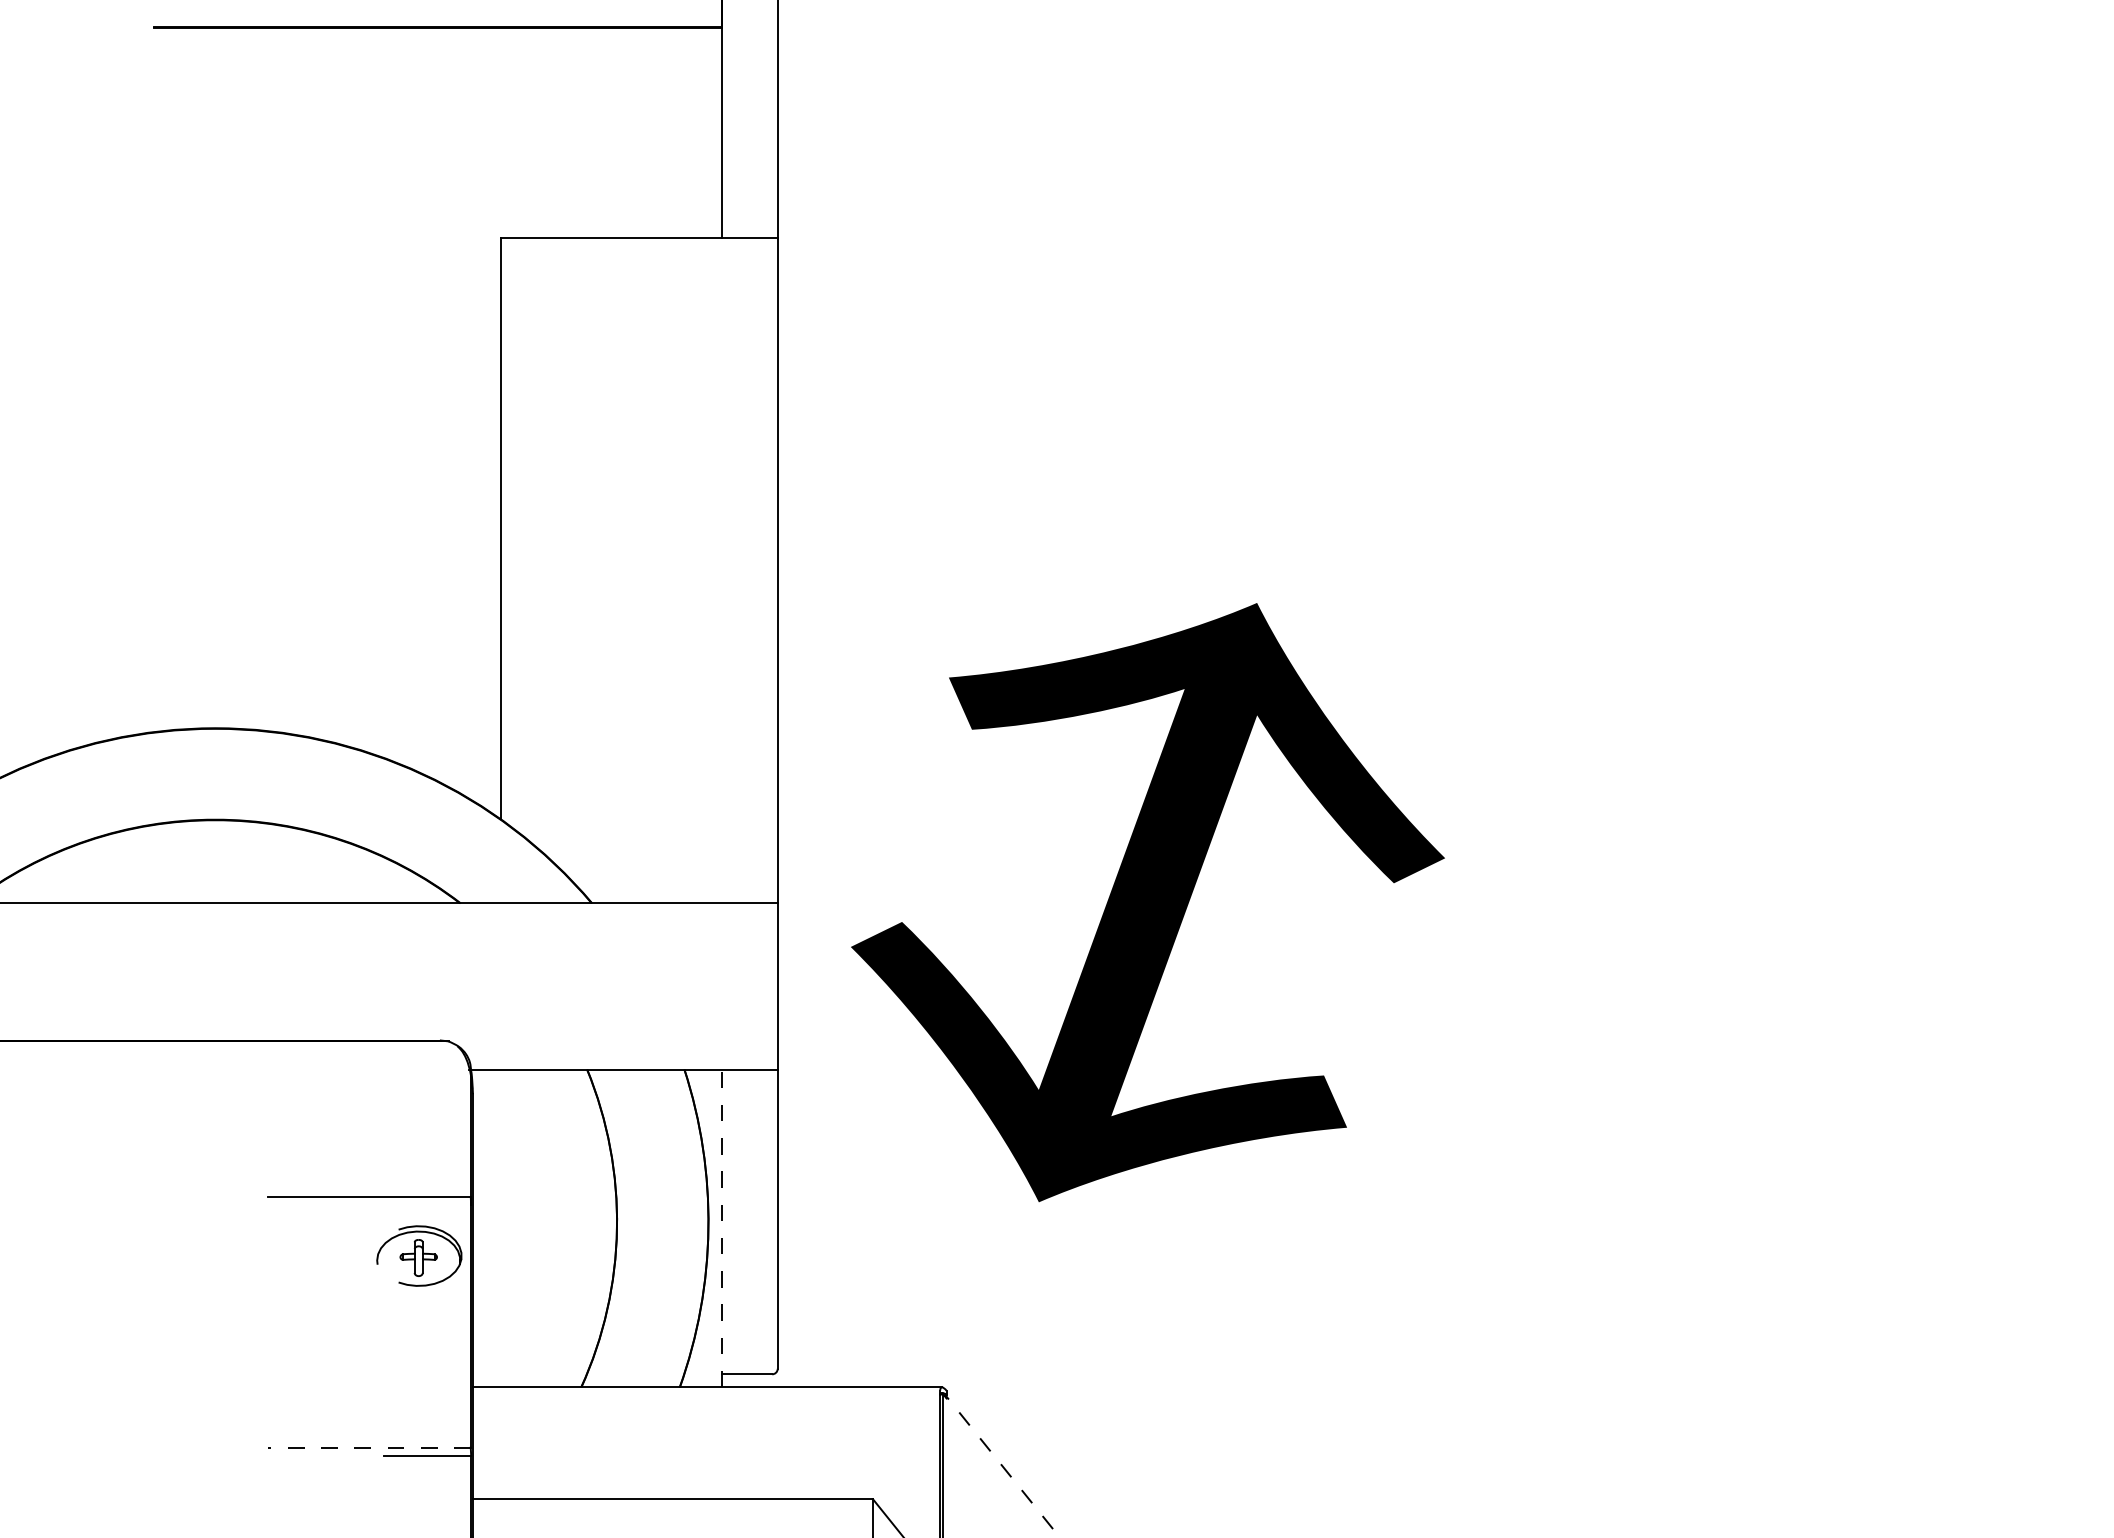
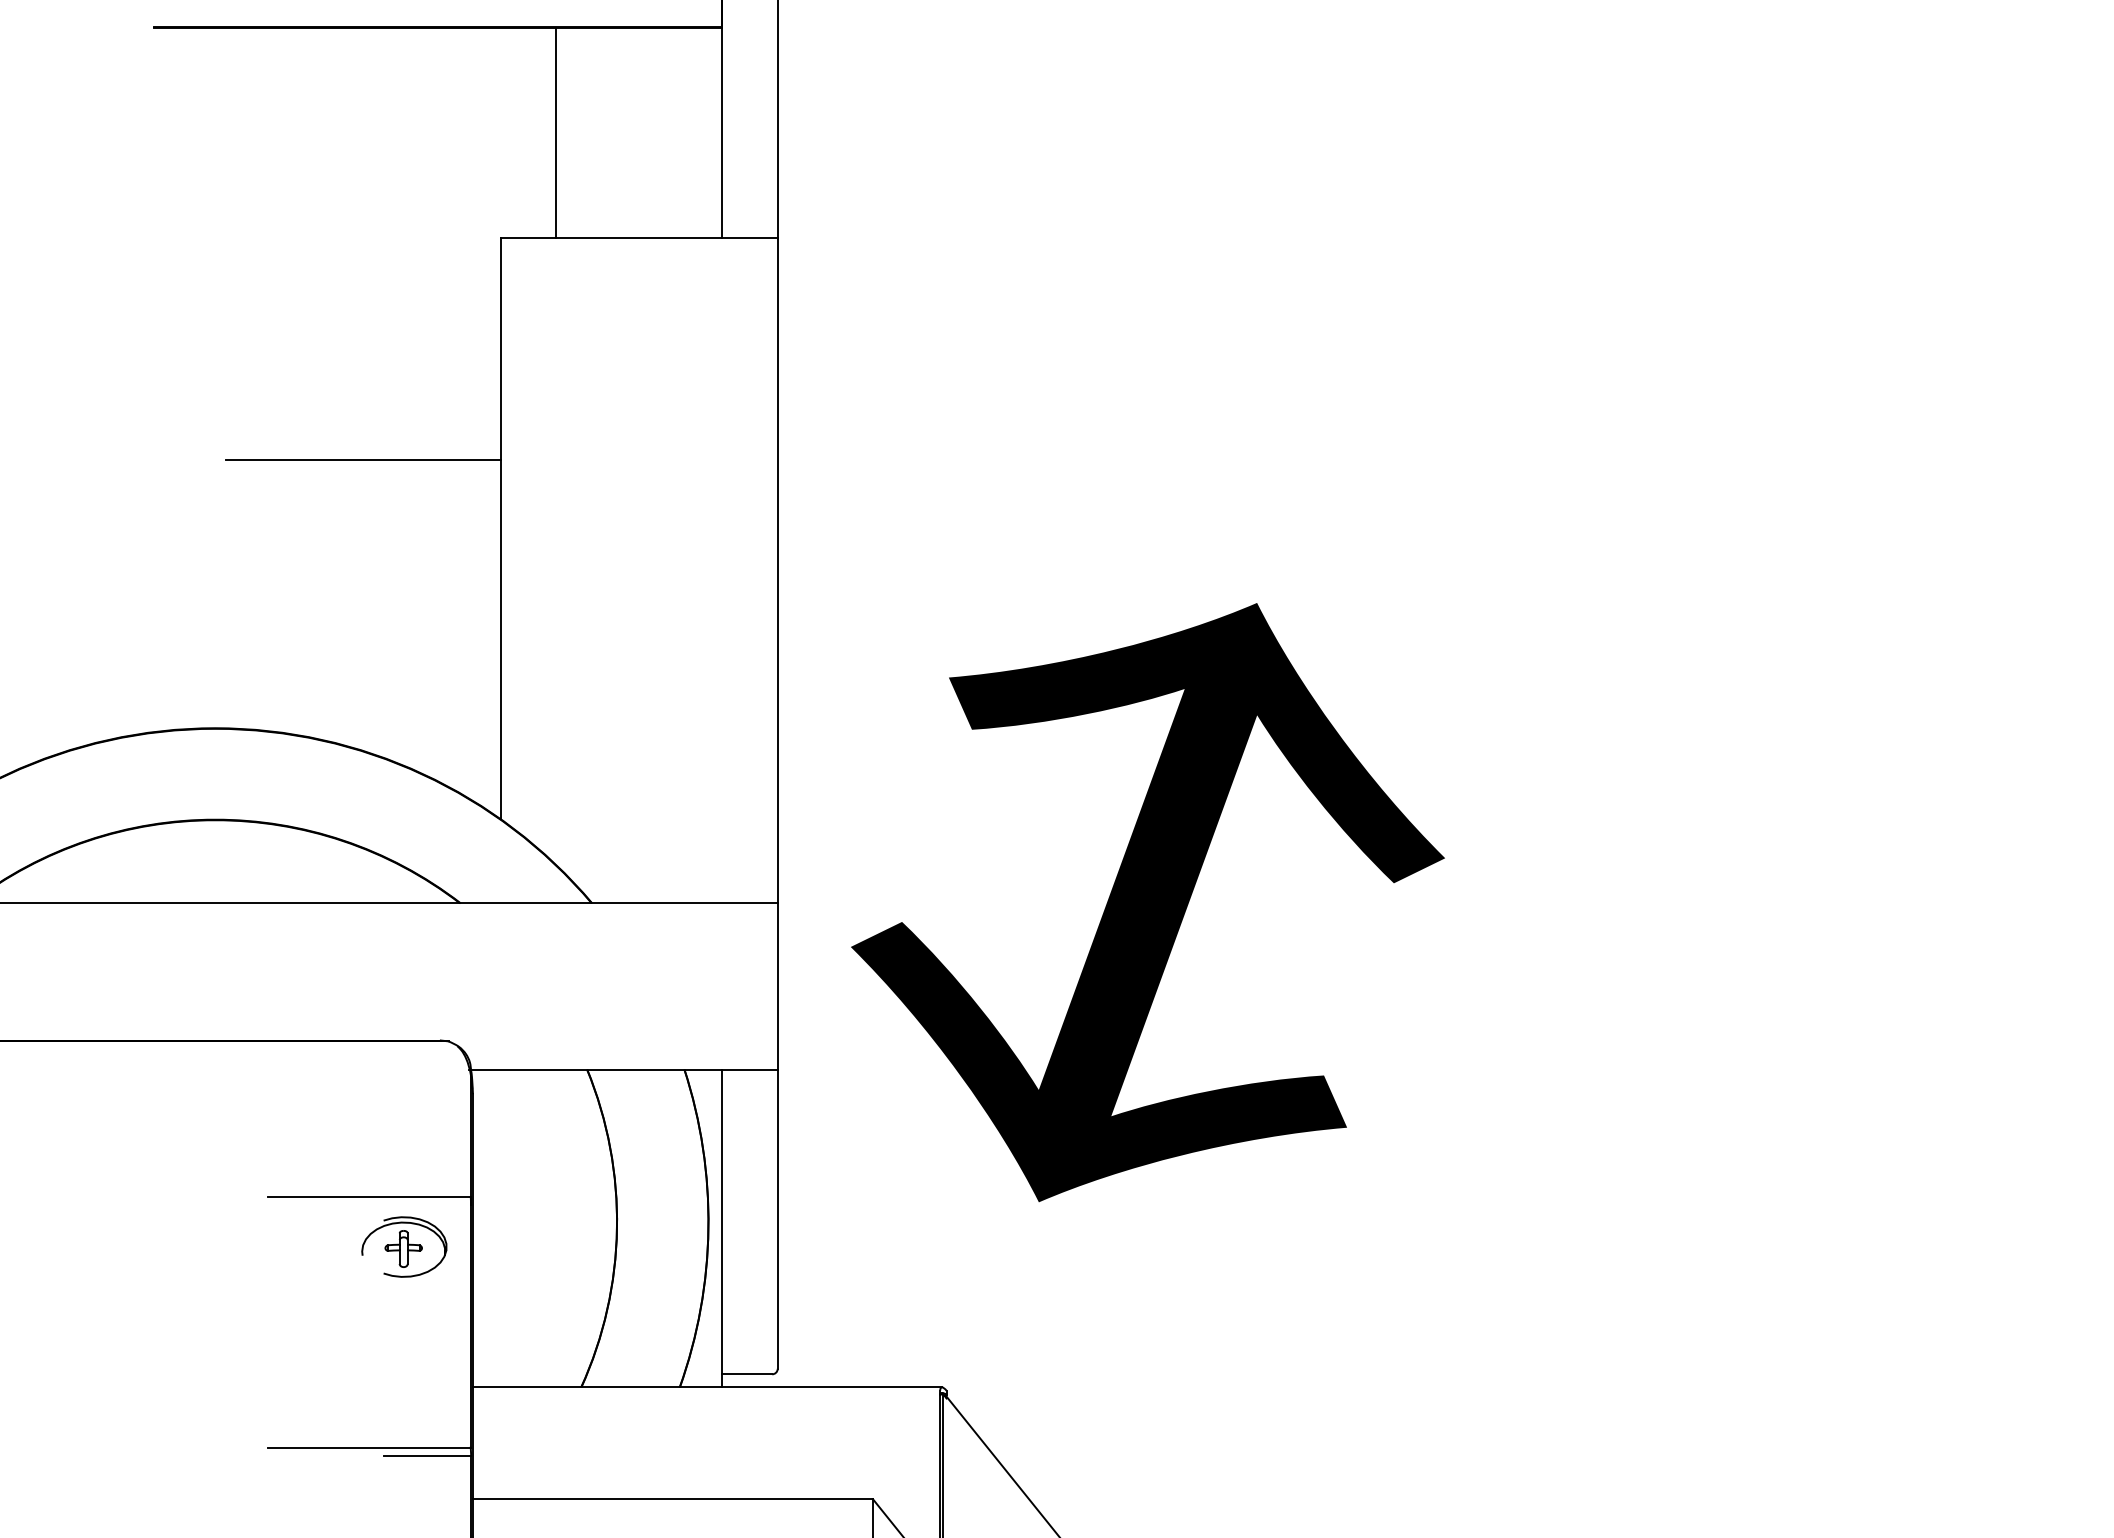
line at (556, 132): none -> present
line at (363, 460): none -> present
line at (722, 1228): dashed -> solid
part at (419, 1255) position: (419, 1255) -> (404, 1246)
line at (369, 1447): dashed -> solid
line at (1002, 1466): dashed -> solid
